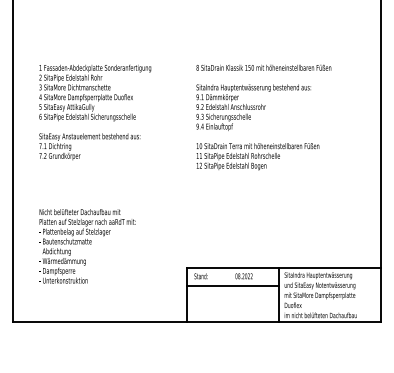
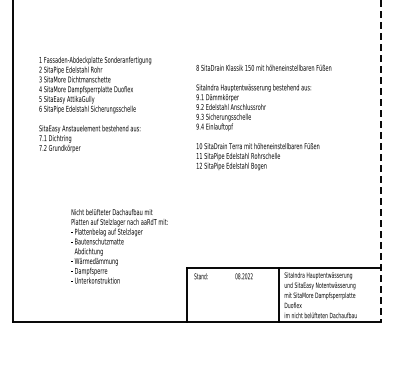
text at (95, 112) position: (95, 112) -> (95, 104)
line at (381, 161): solid -> dashed
text at (87, 246) position: (87, 246) -> (119, 246)
line at (232, 285): present -> none
